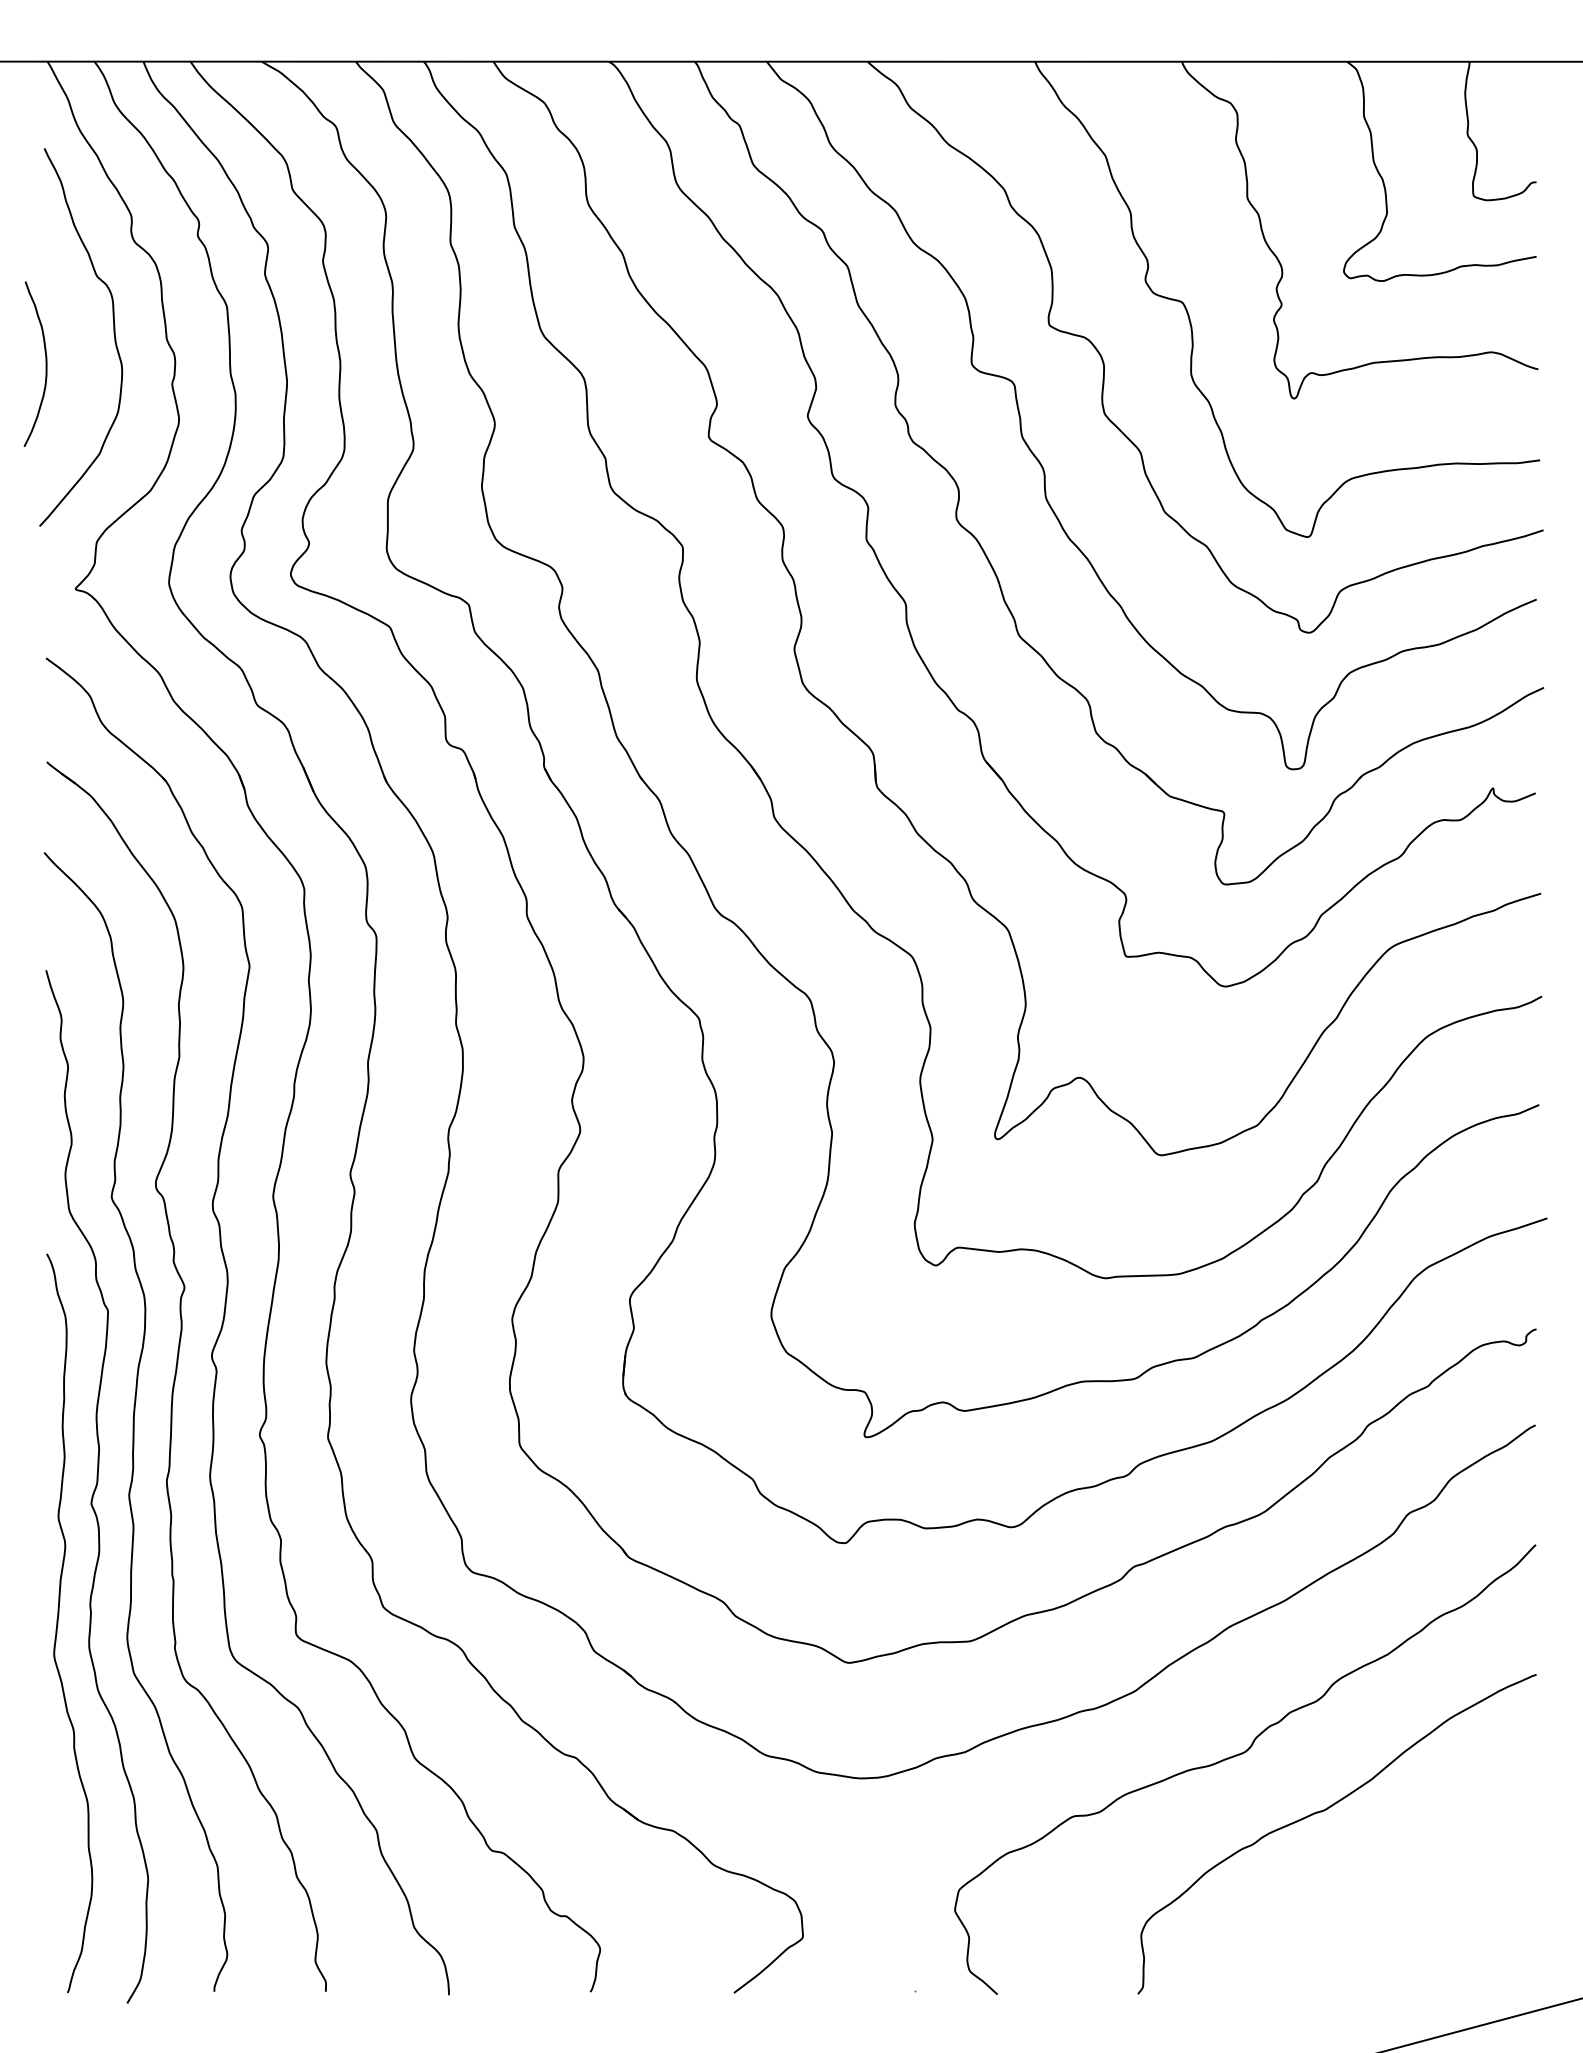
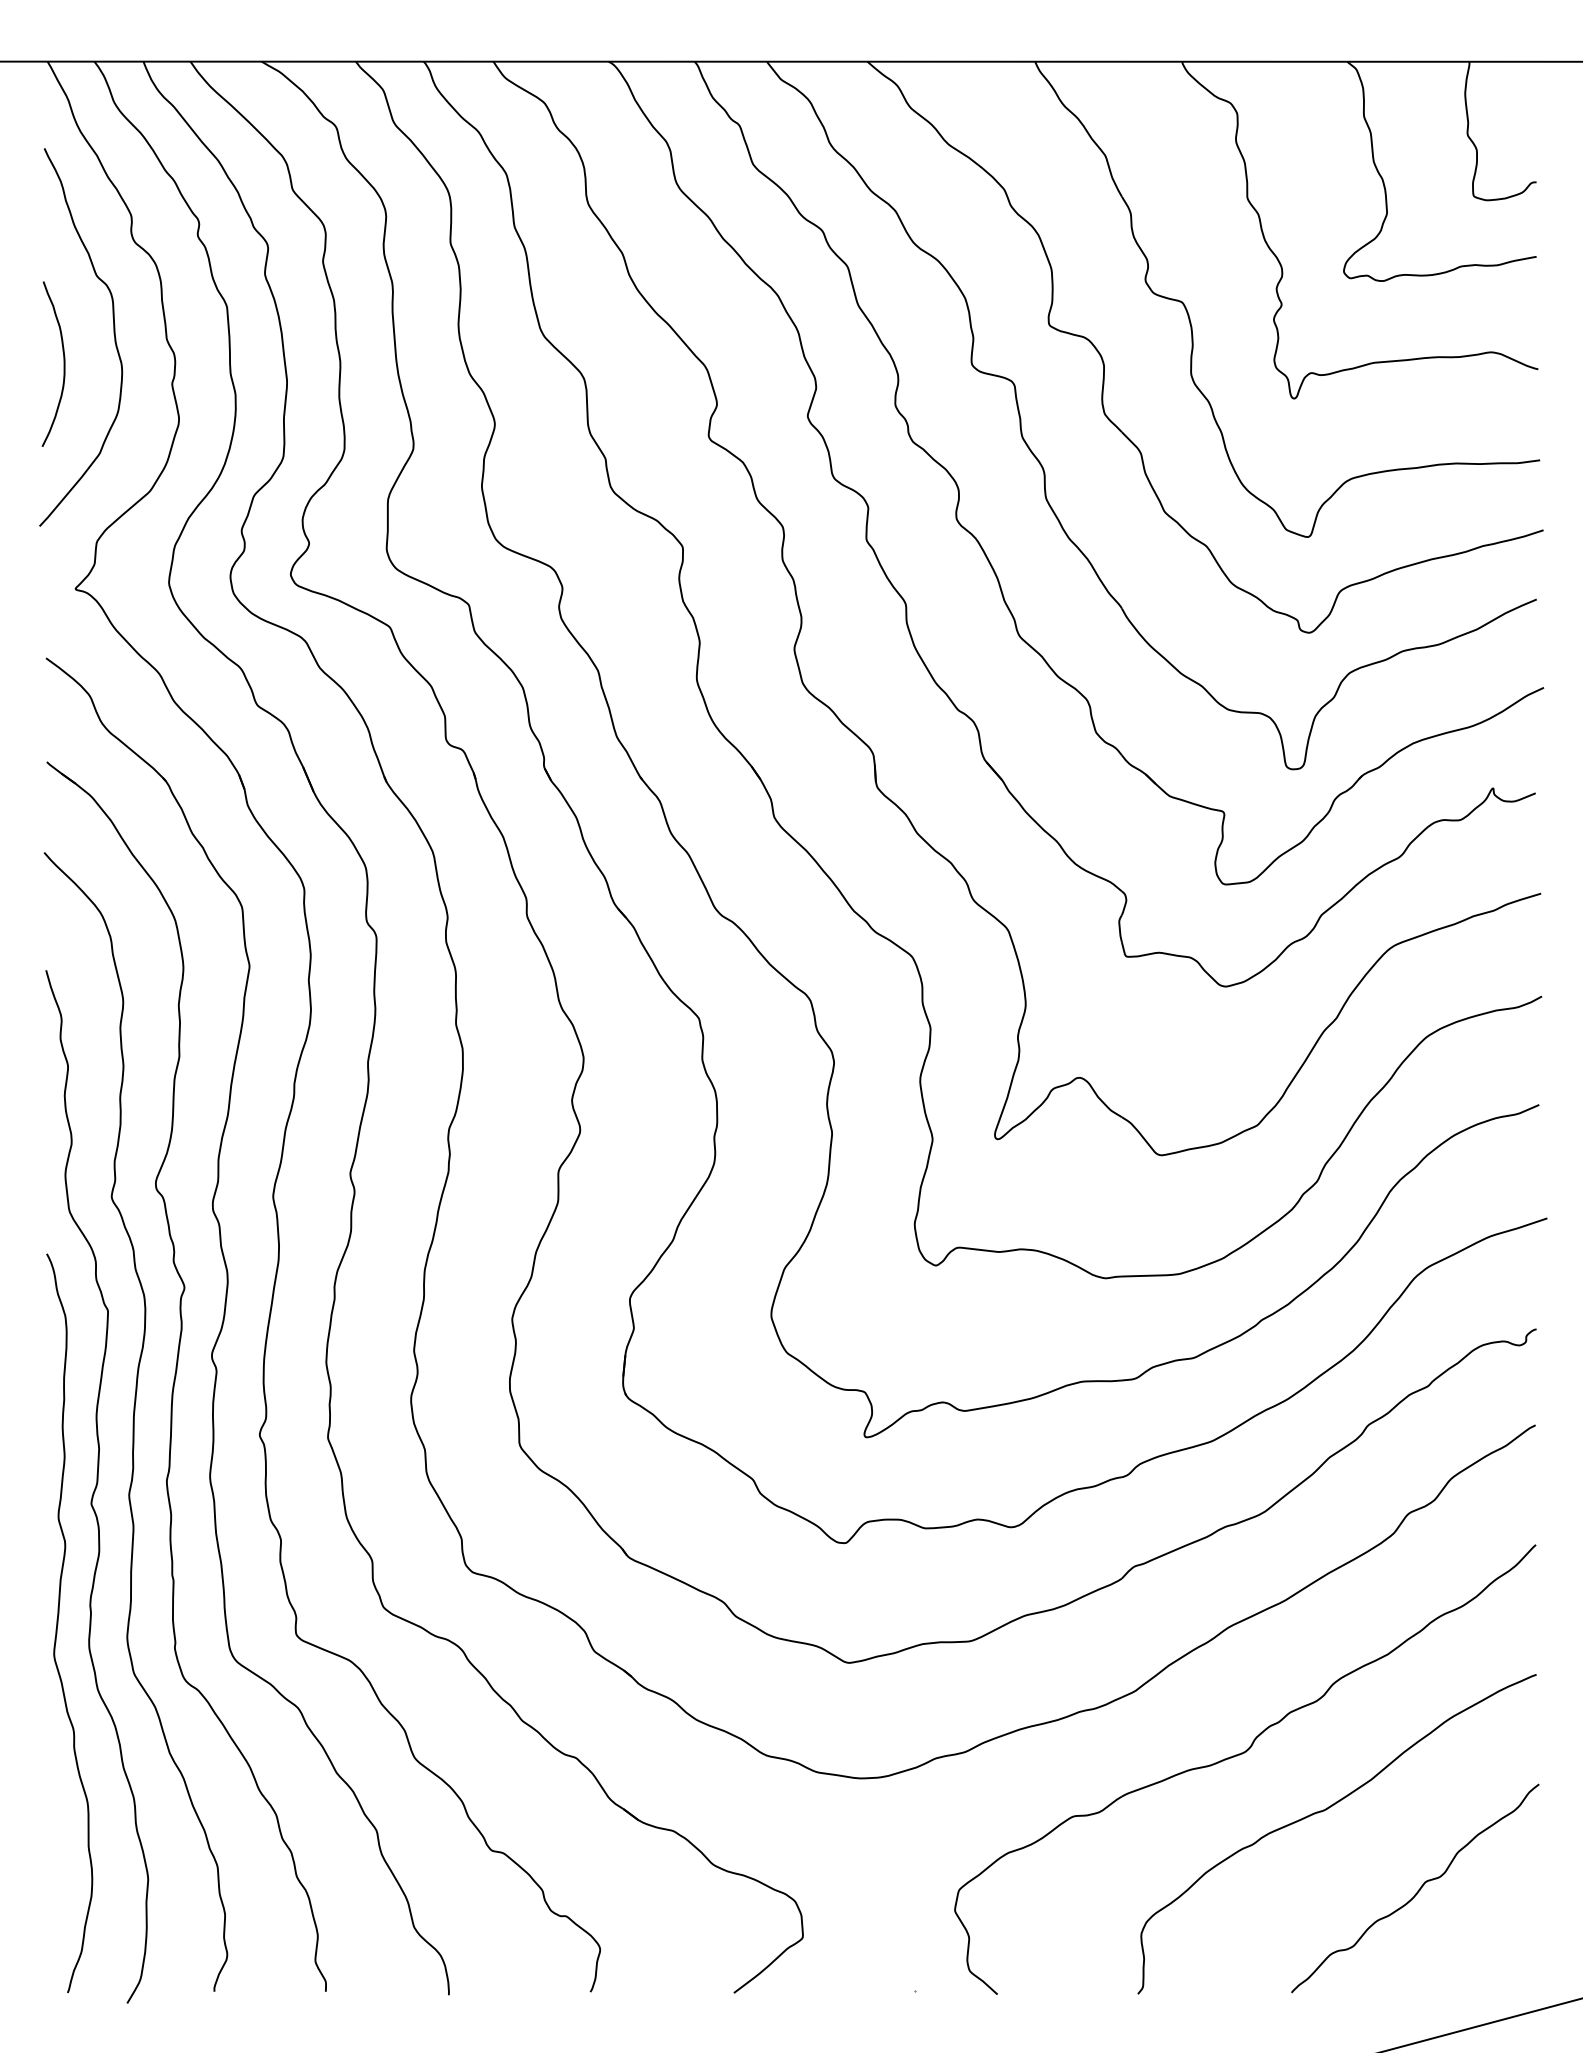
curve at (45, 363) position: (45, 363) -> (63, 363)
curve at (1418, 1889): none -> present
